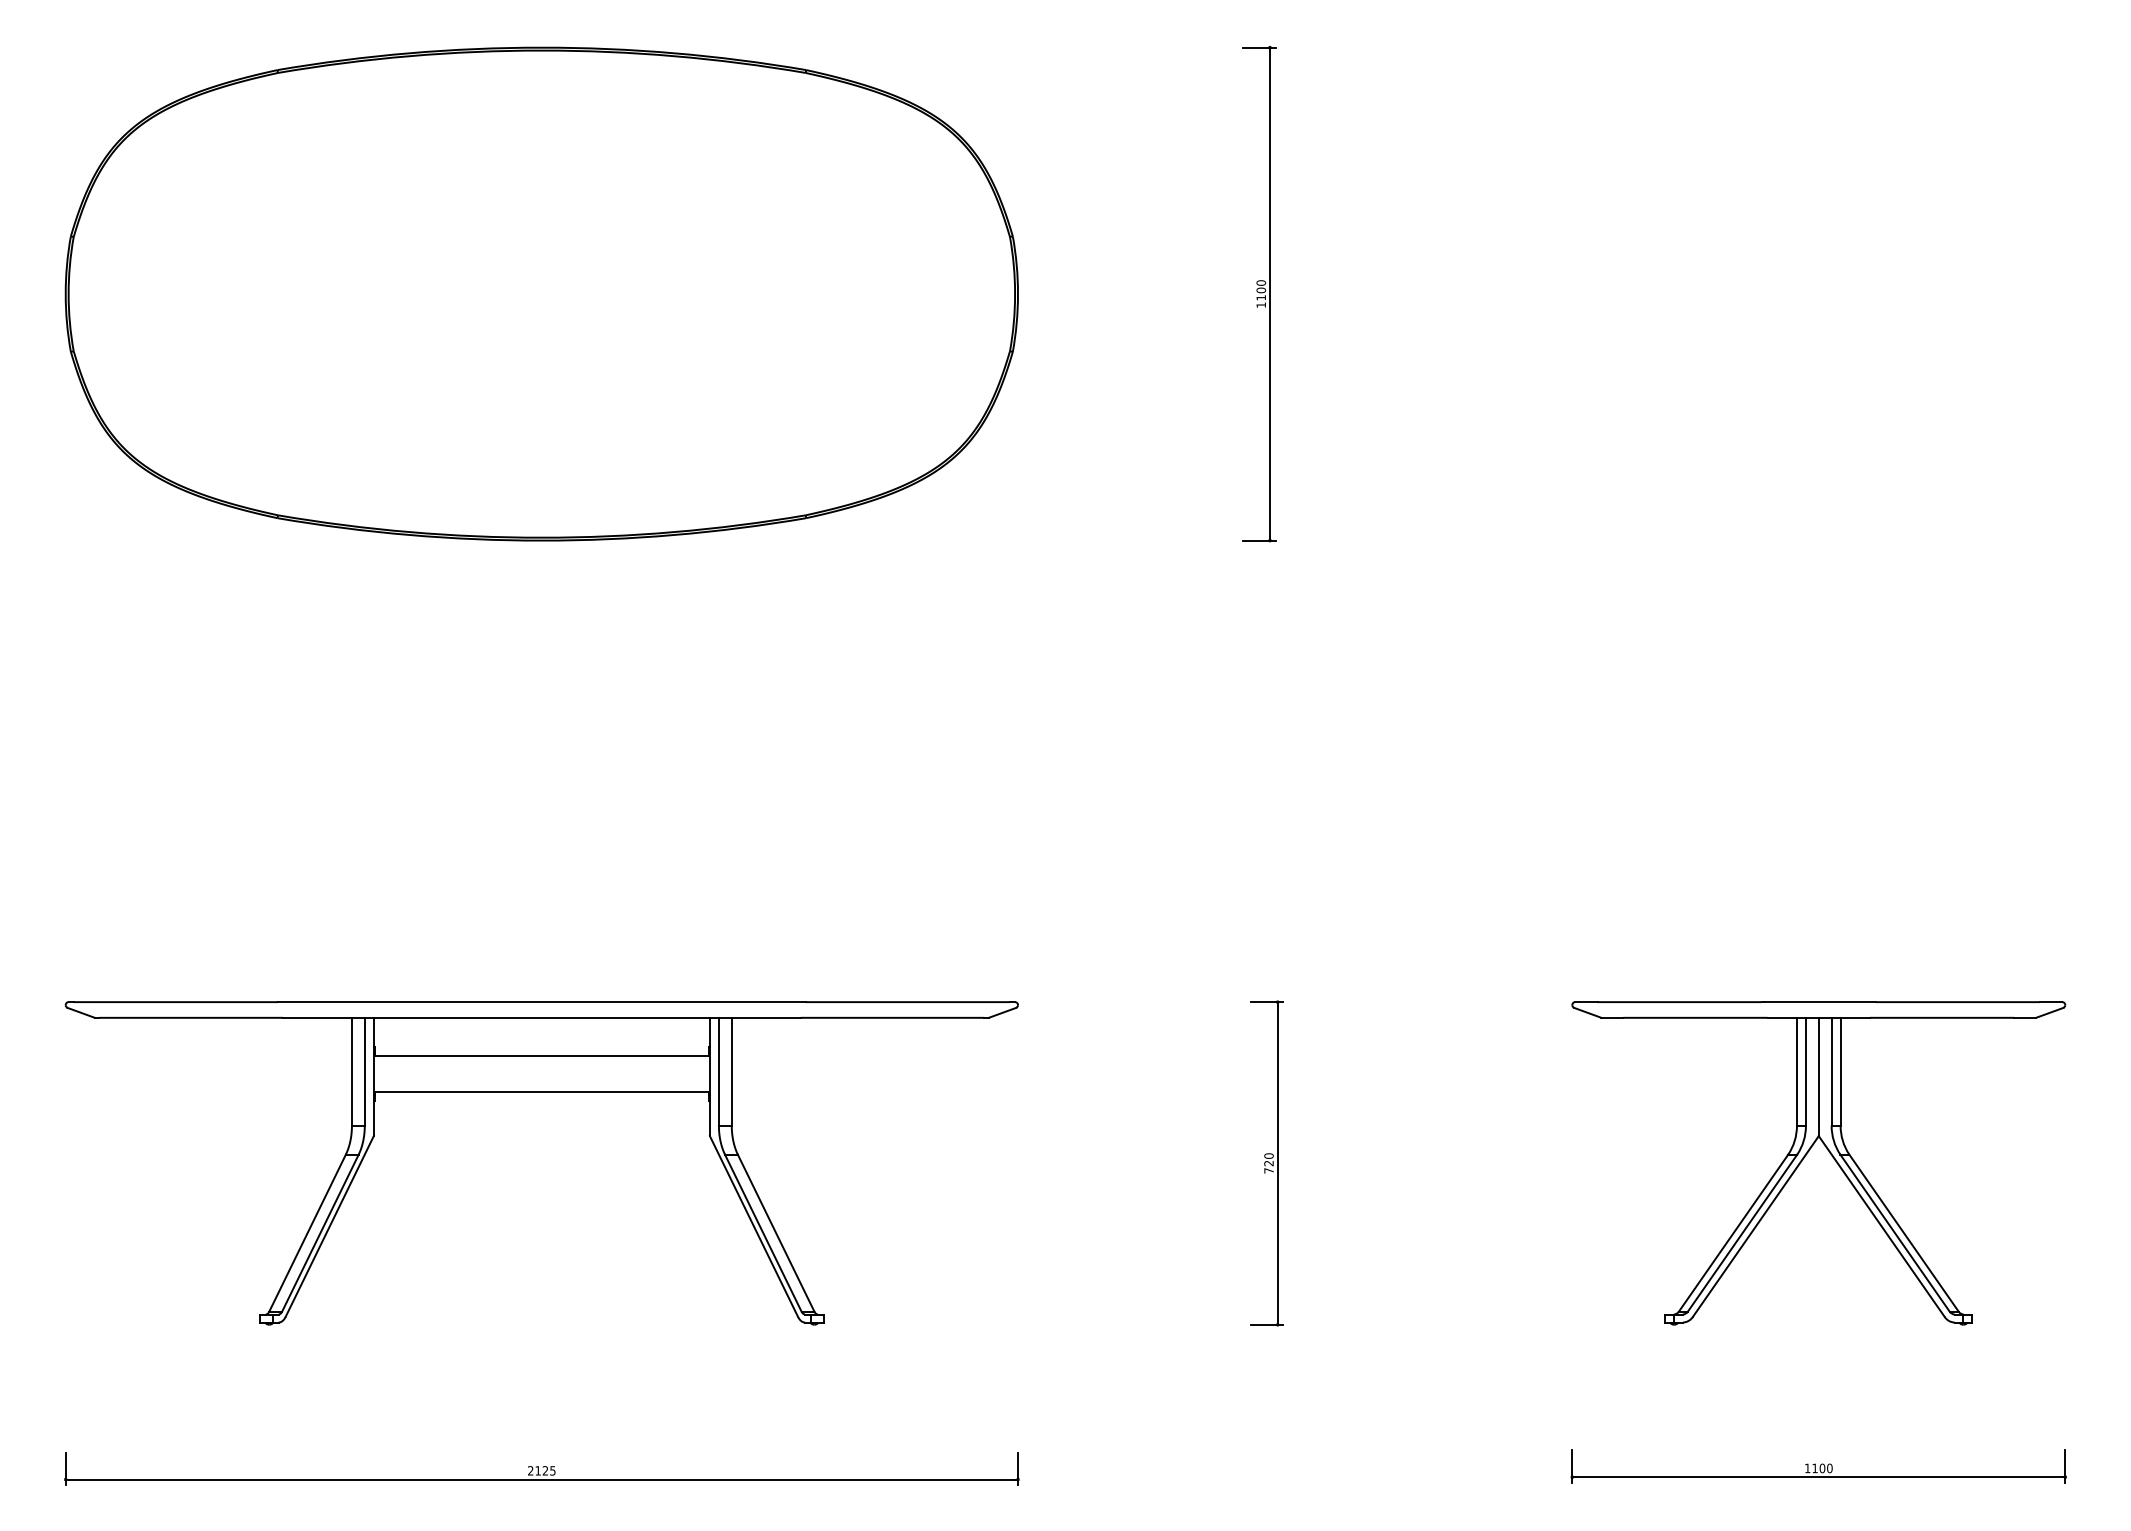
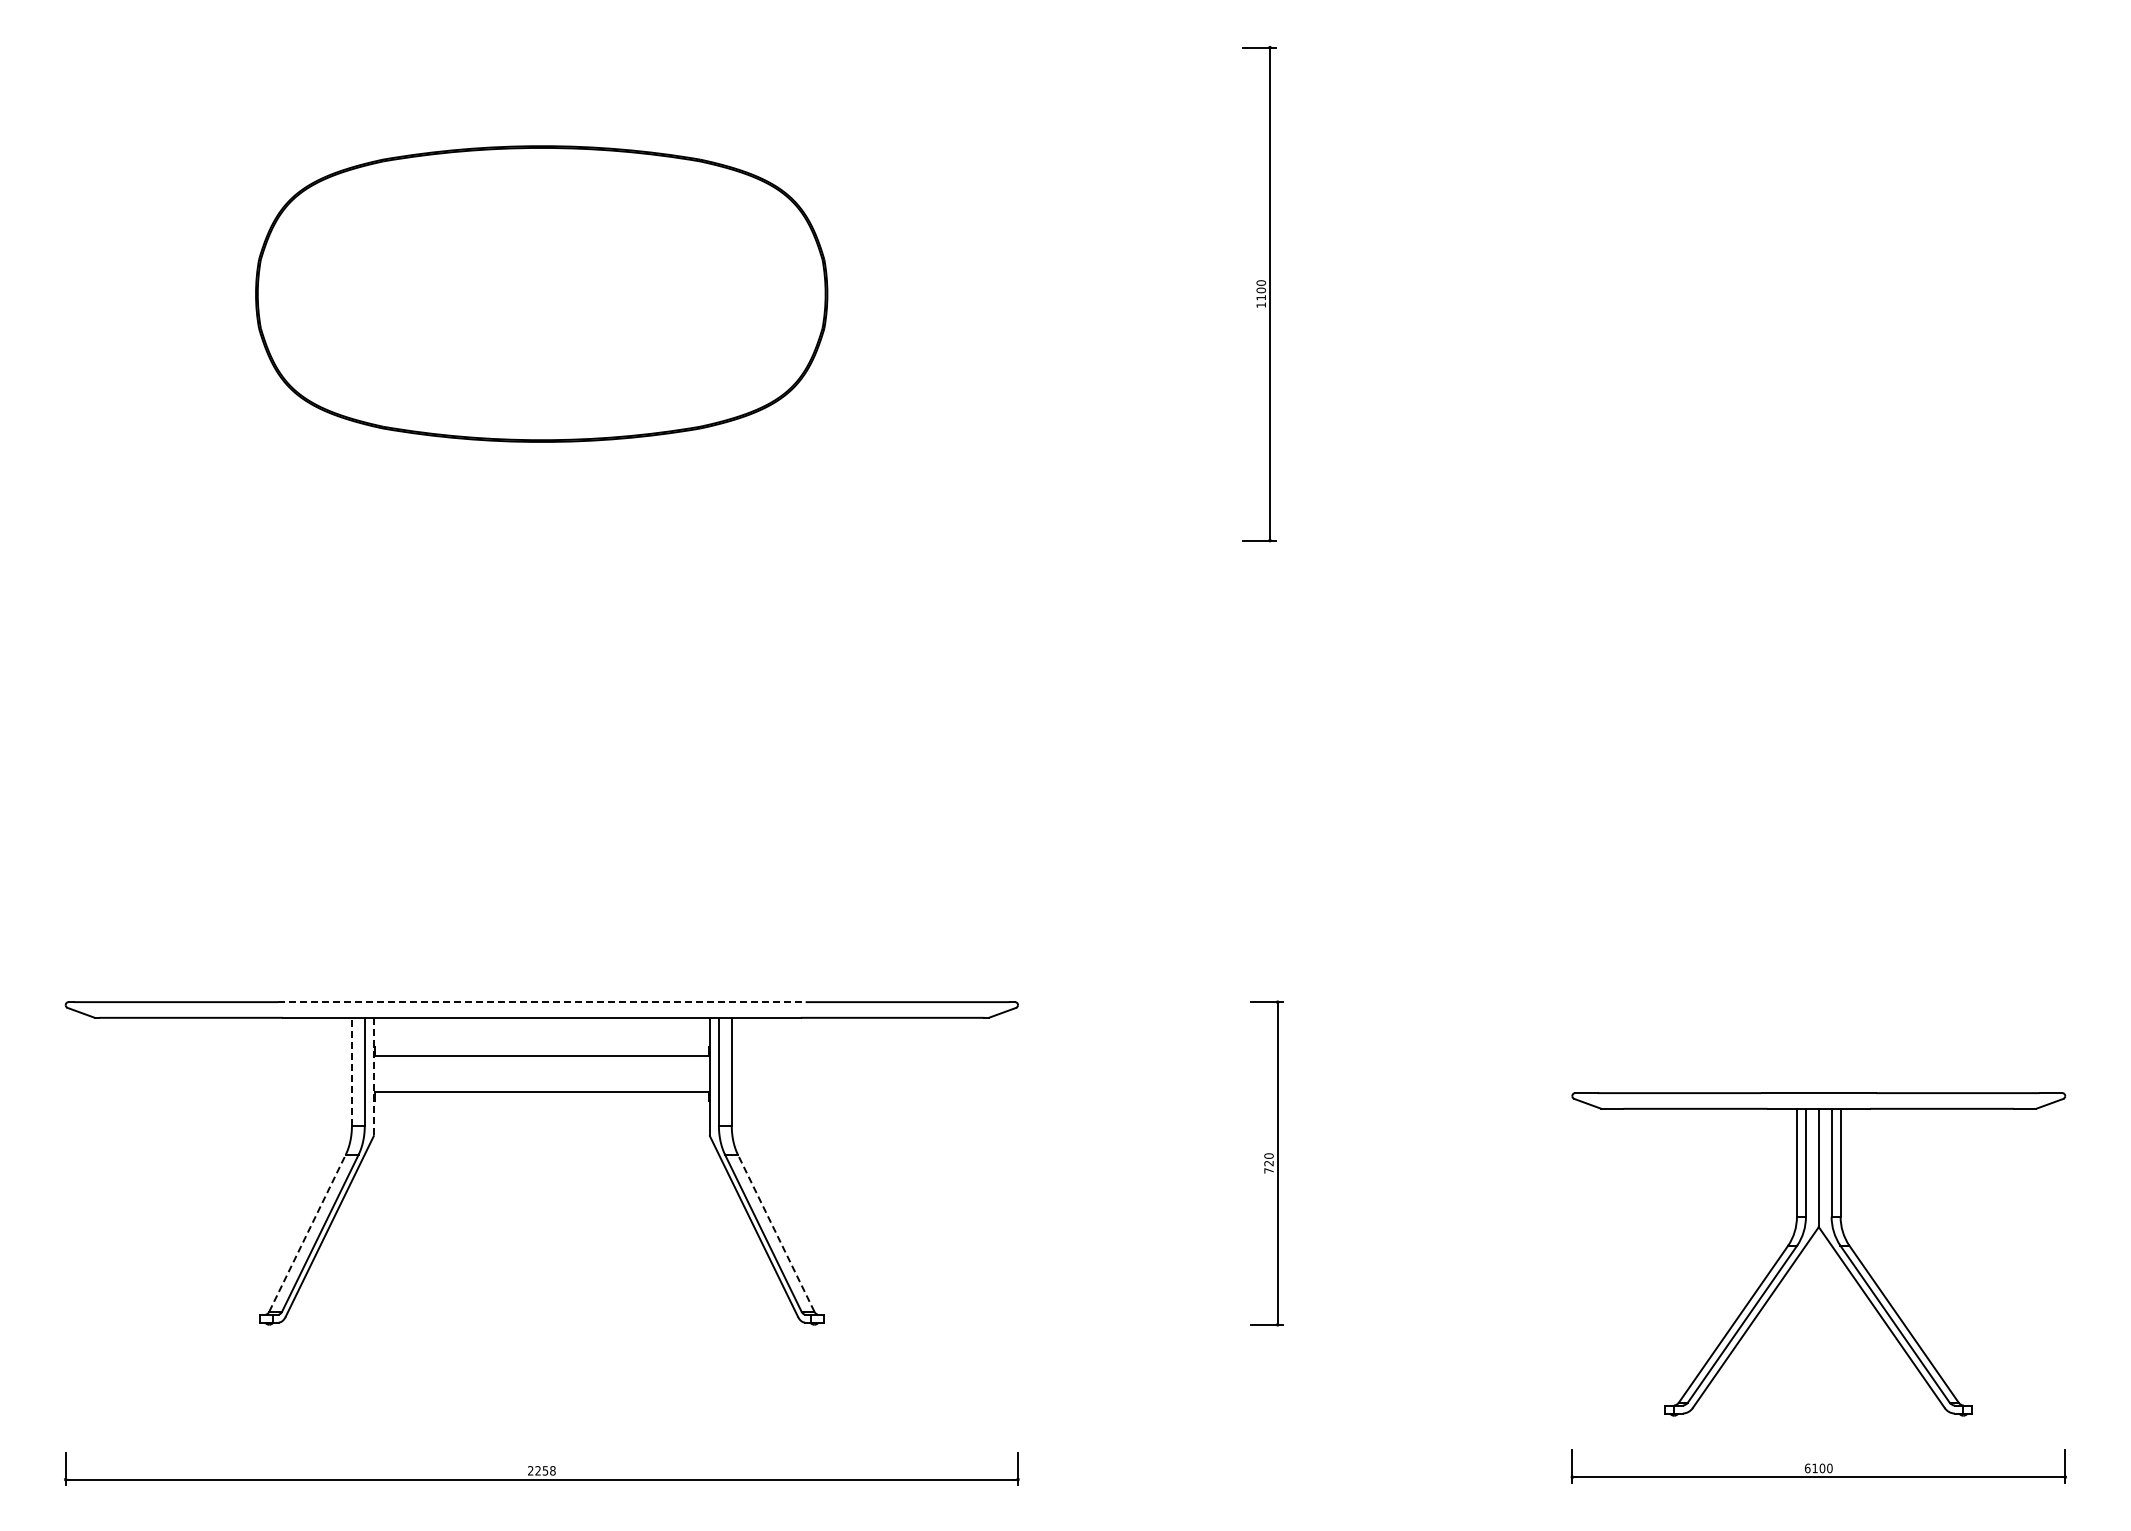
part at (541, 293) size: 955x496 px -> 574x298 px
line at (541, 1002): solid -> dashed
line at (351, 1071): solid -> dashed
line at (373, 1077): solid -> dashed
part at (1807, 1154) position: (1807, 1154) -> (1807, 1245)
line at (307, 1232): solid -> dashed
line at (775, 1232): solid -> dashed
text at (1807, 1468): 1100 -> 6100
text at (545, 1470): 2125 -> 2258
